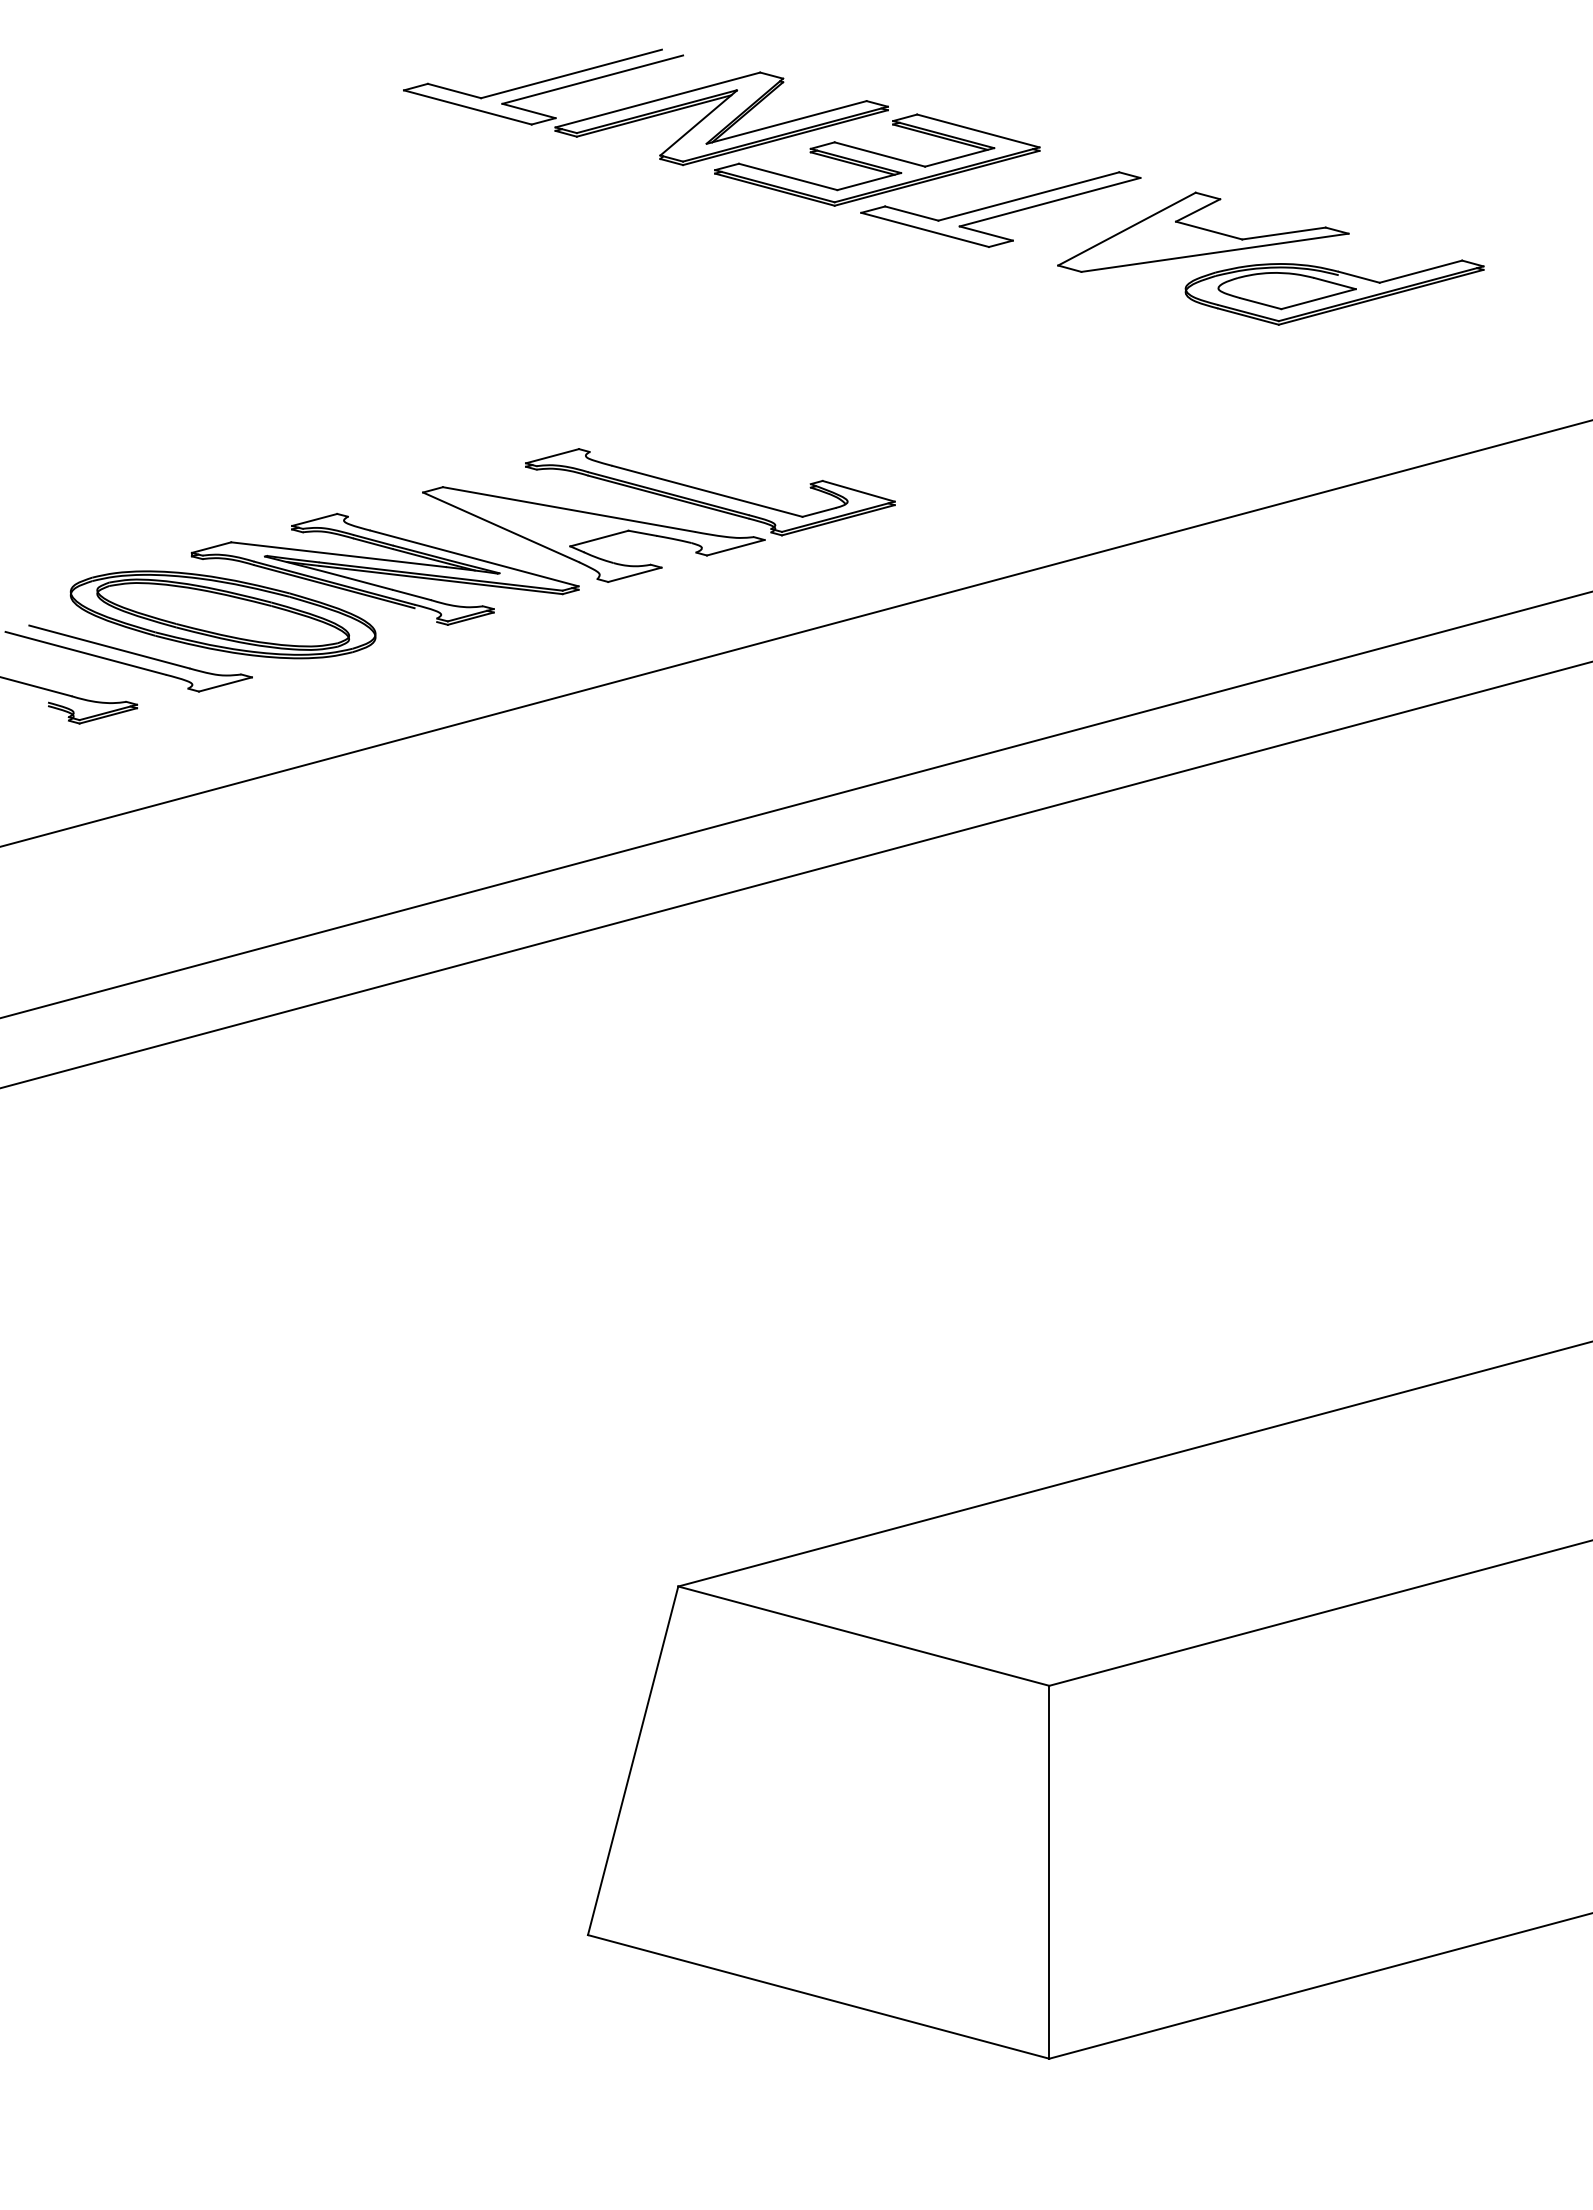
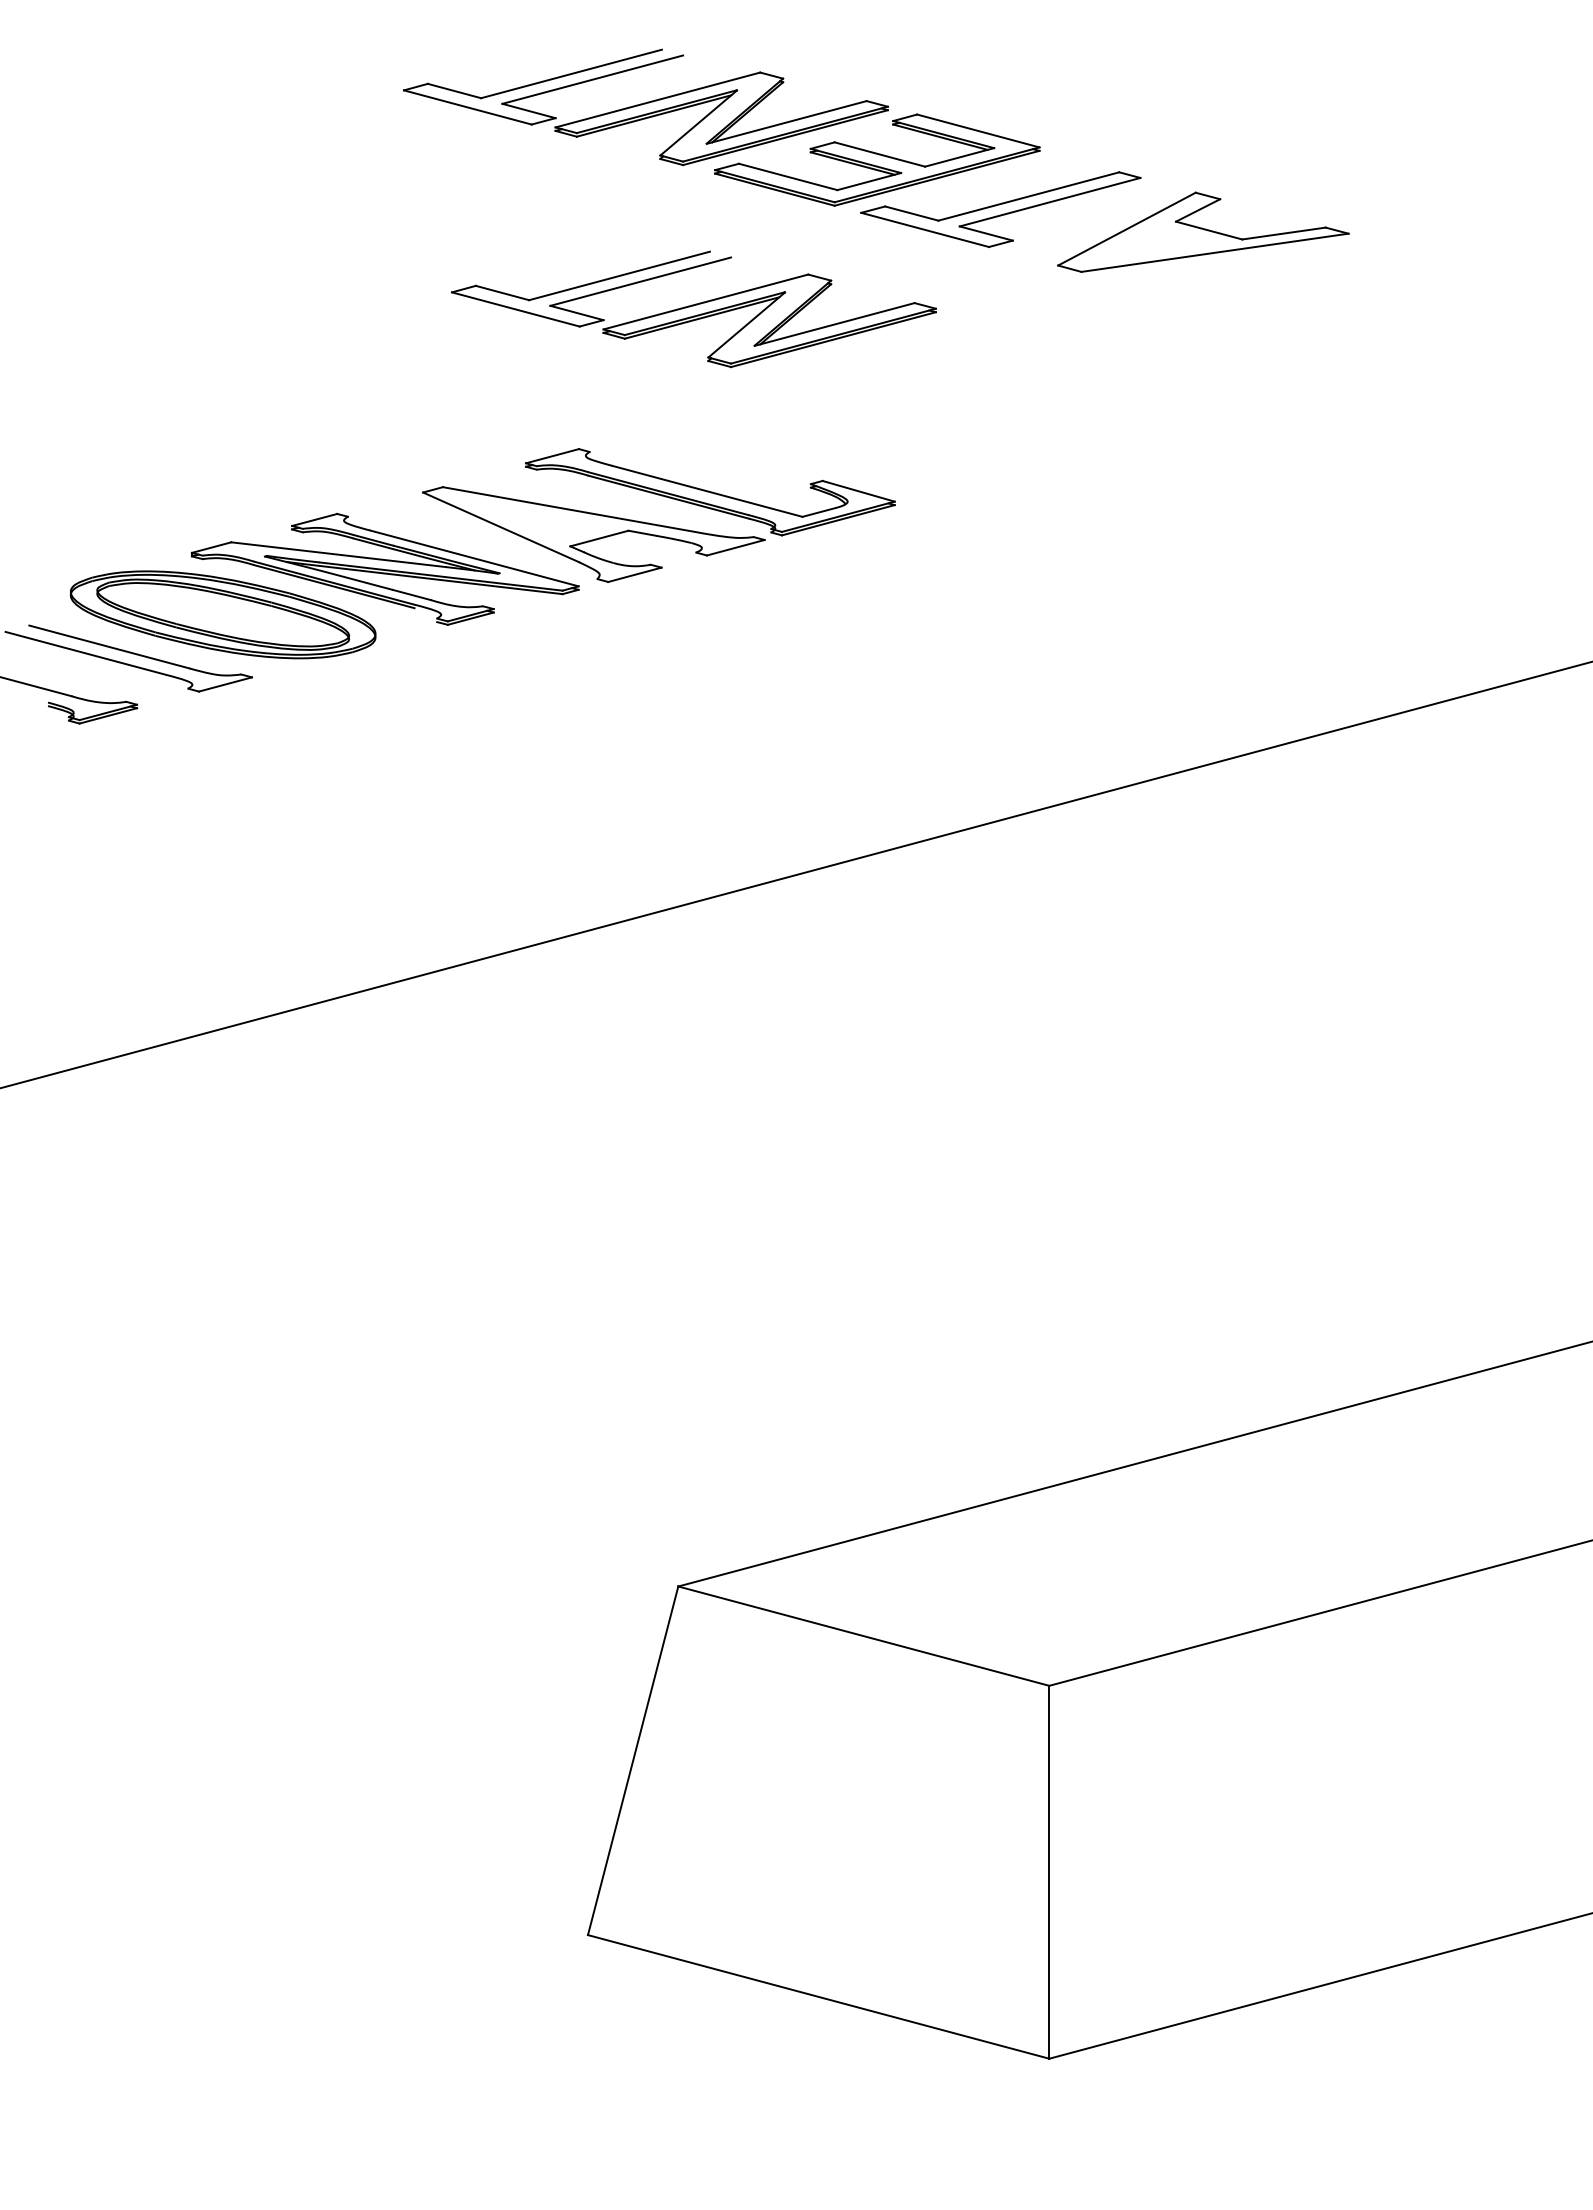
part at (1334, 292): present -> none
part at (693, 309): none -> present
line at (795, 633): present -> none
line at (795, 804): present -> none
